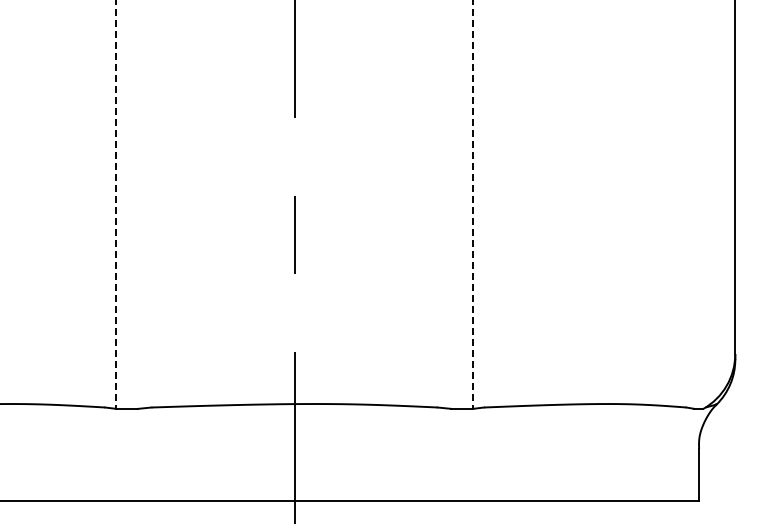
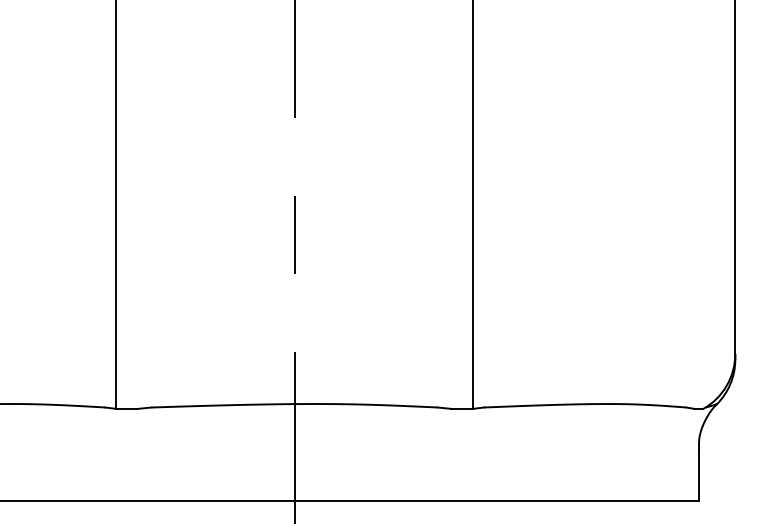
line at (116, 205): dashed -> solid
line at (473, 205): dashed -> solid
